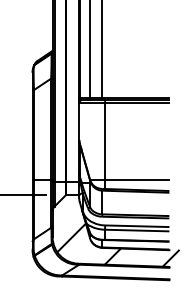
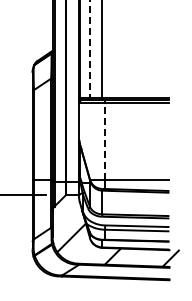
line at (90, 49): solid -> dashed
line at (105, 141): solid -> dashed
